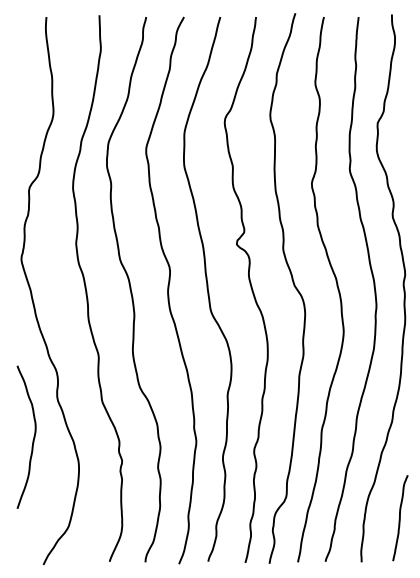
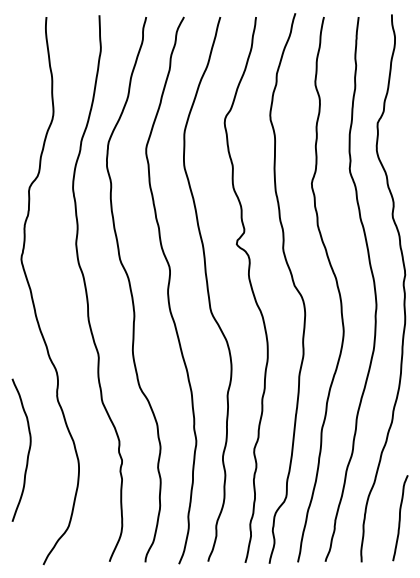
curve at (33, 436) position: (33, 436) -> (28, 449)
